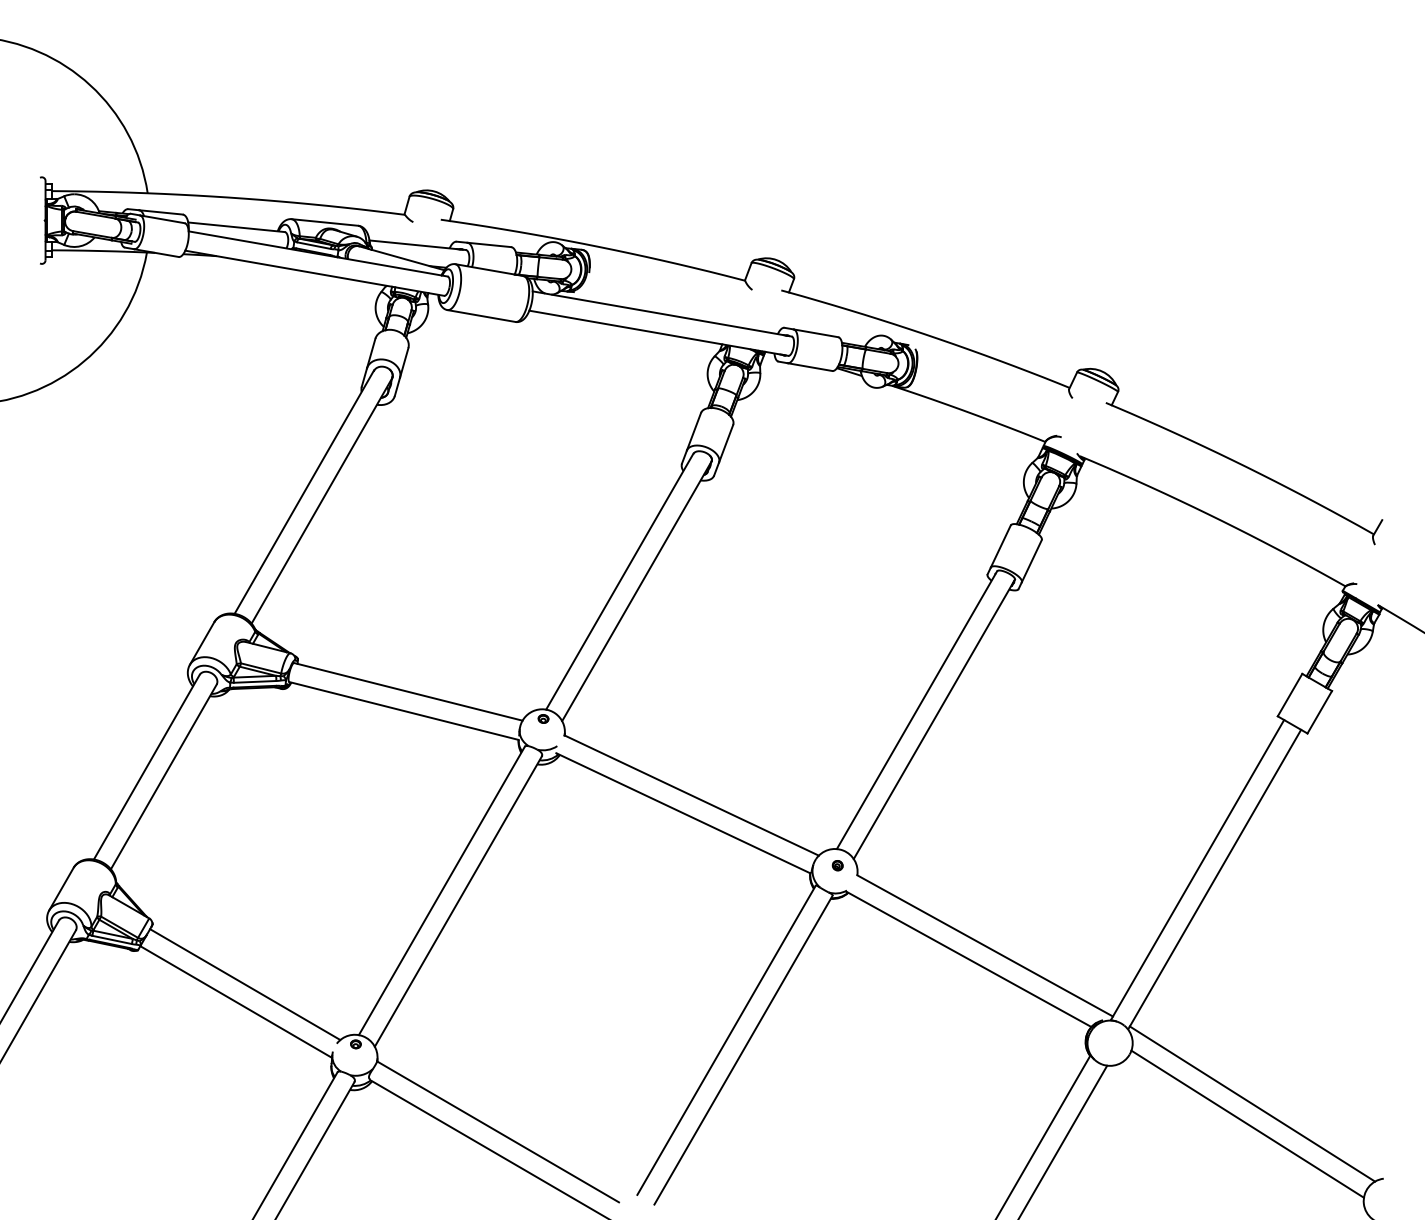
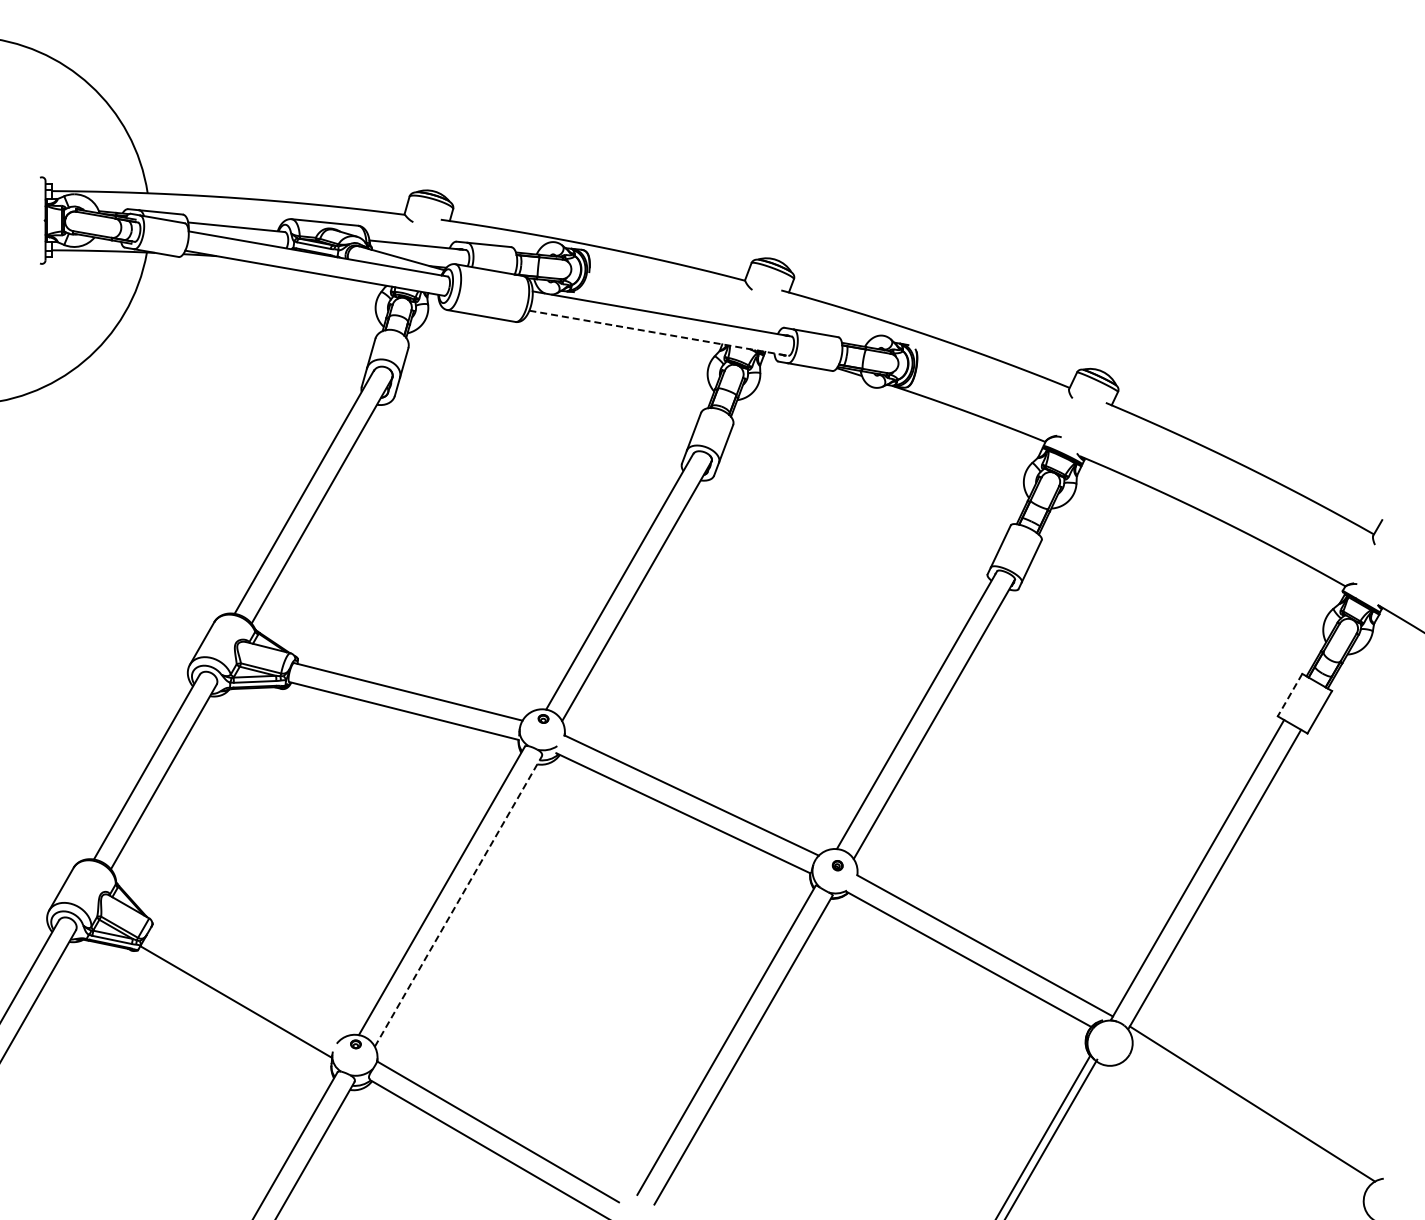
line at (659, 333): solid -> dashed
line at (1290, 695): solid -> dashed
line at (458, 901): solid -> dashed
line at (245, 984): present -> none
line at (1247, 1123): present -> none
line at (1063, 1140) position: (1063, 1140) -> (1051, 1137)
